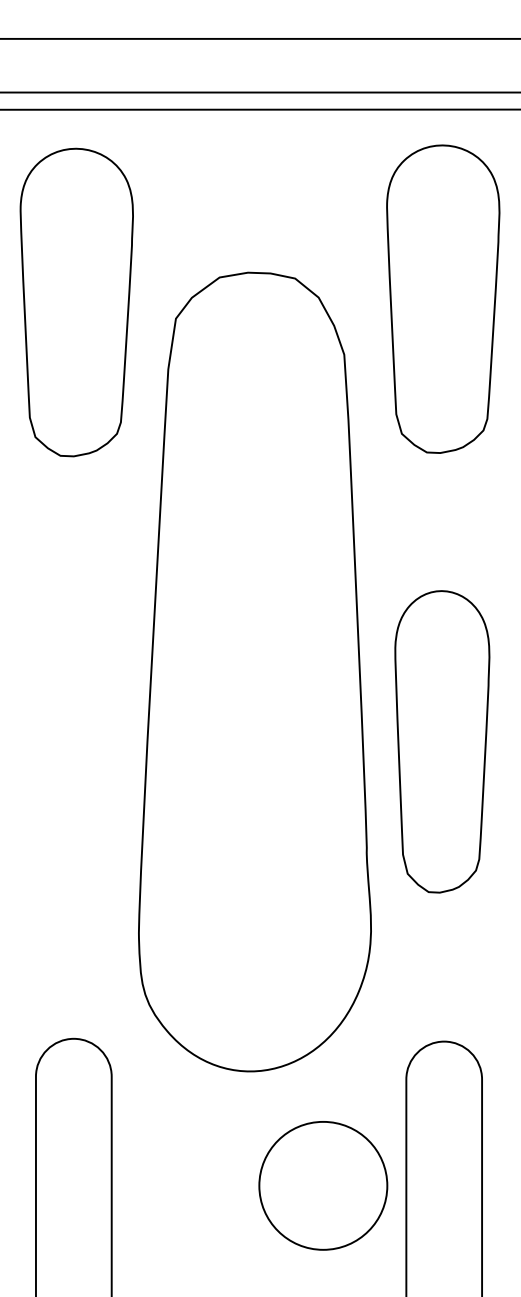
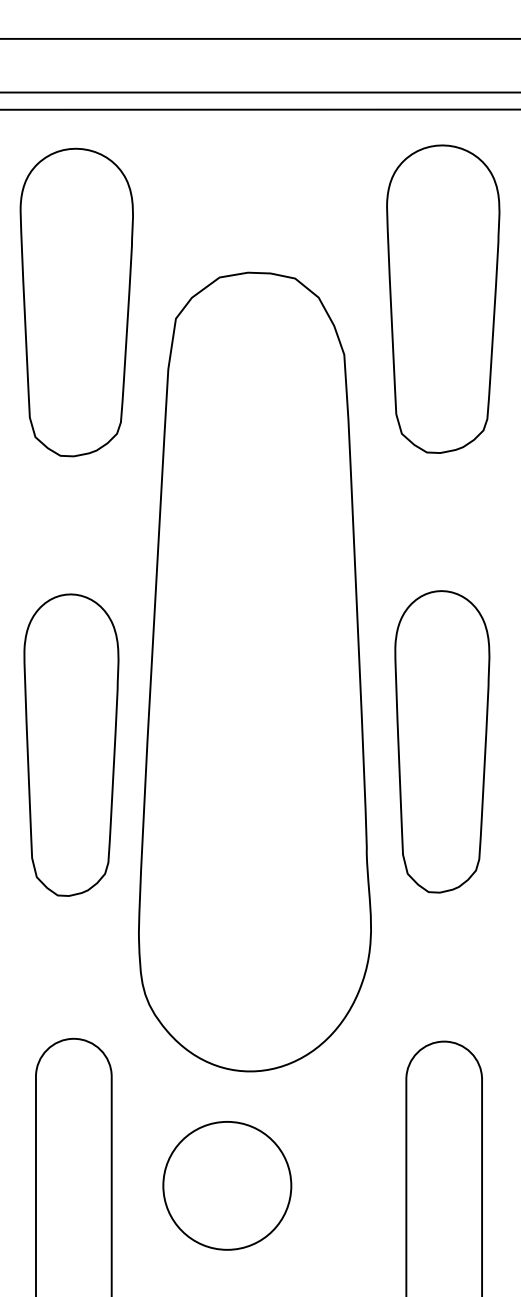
part at (71, 744): none -> present
part at (323, 1185) position: (323, 1185) -> (227, 1185)
